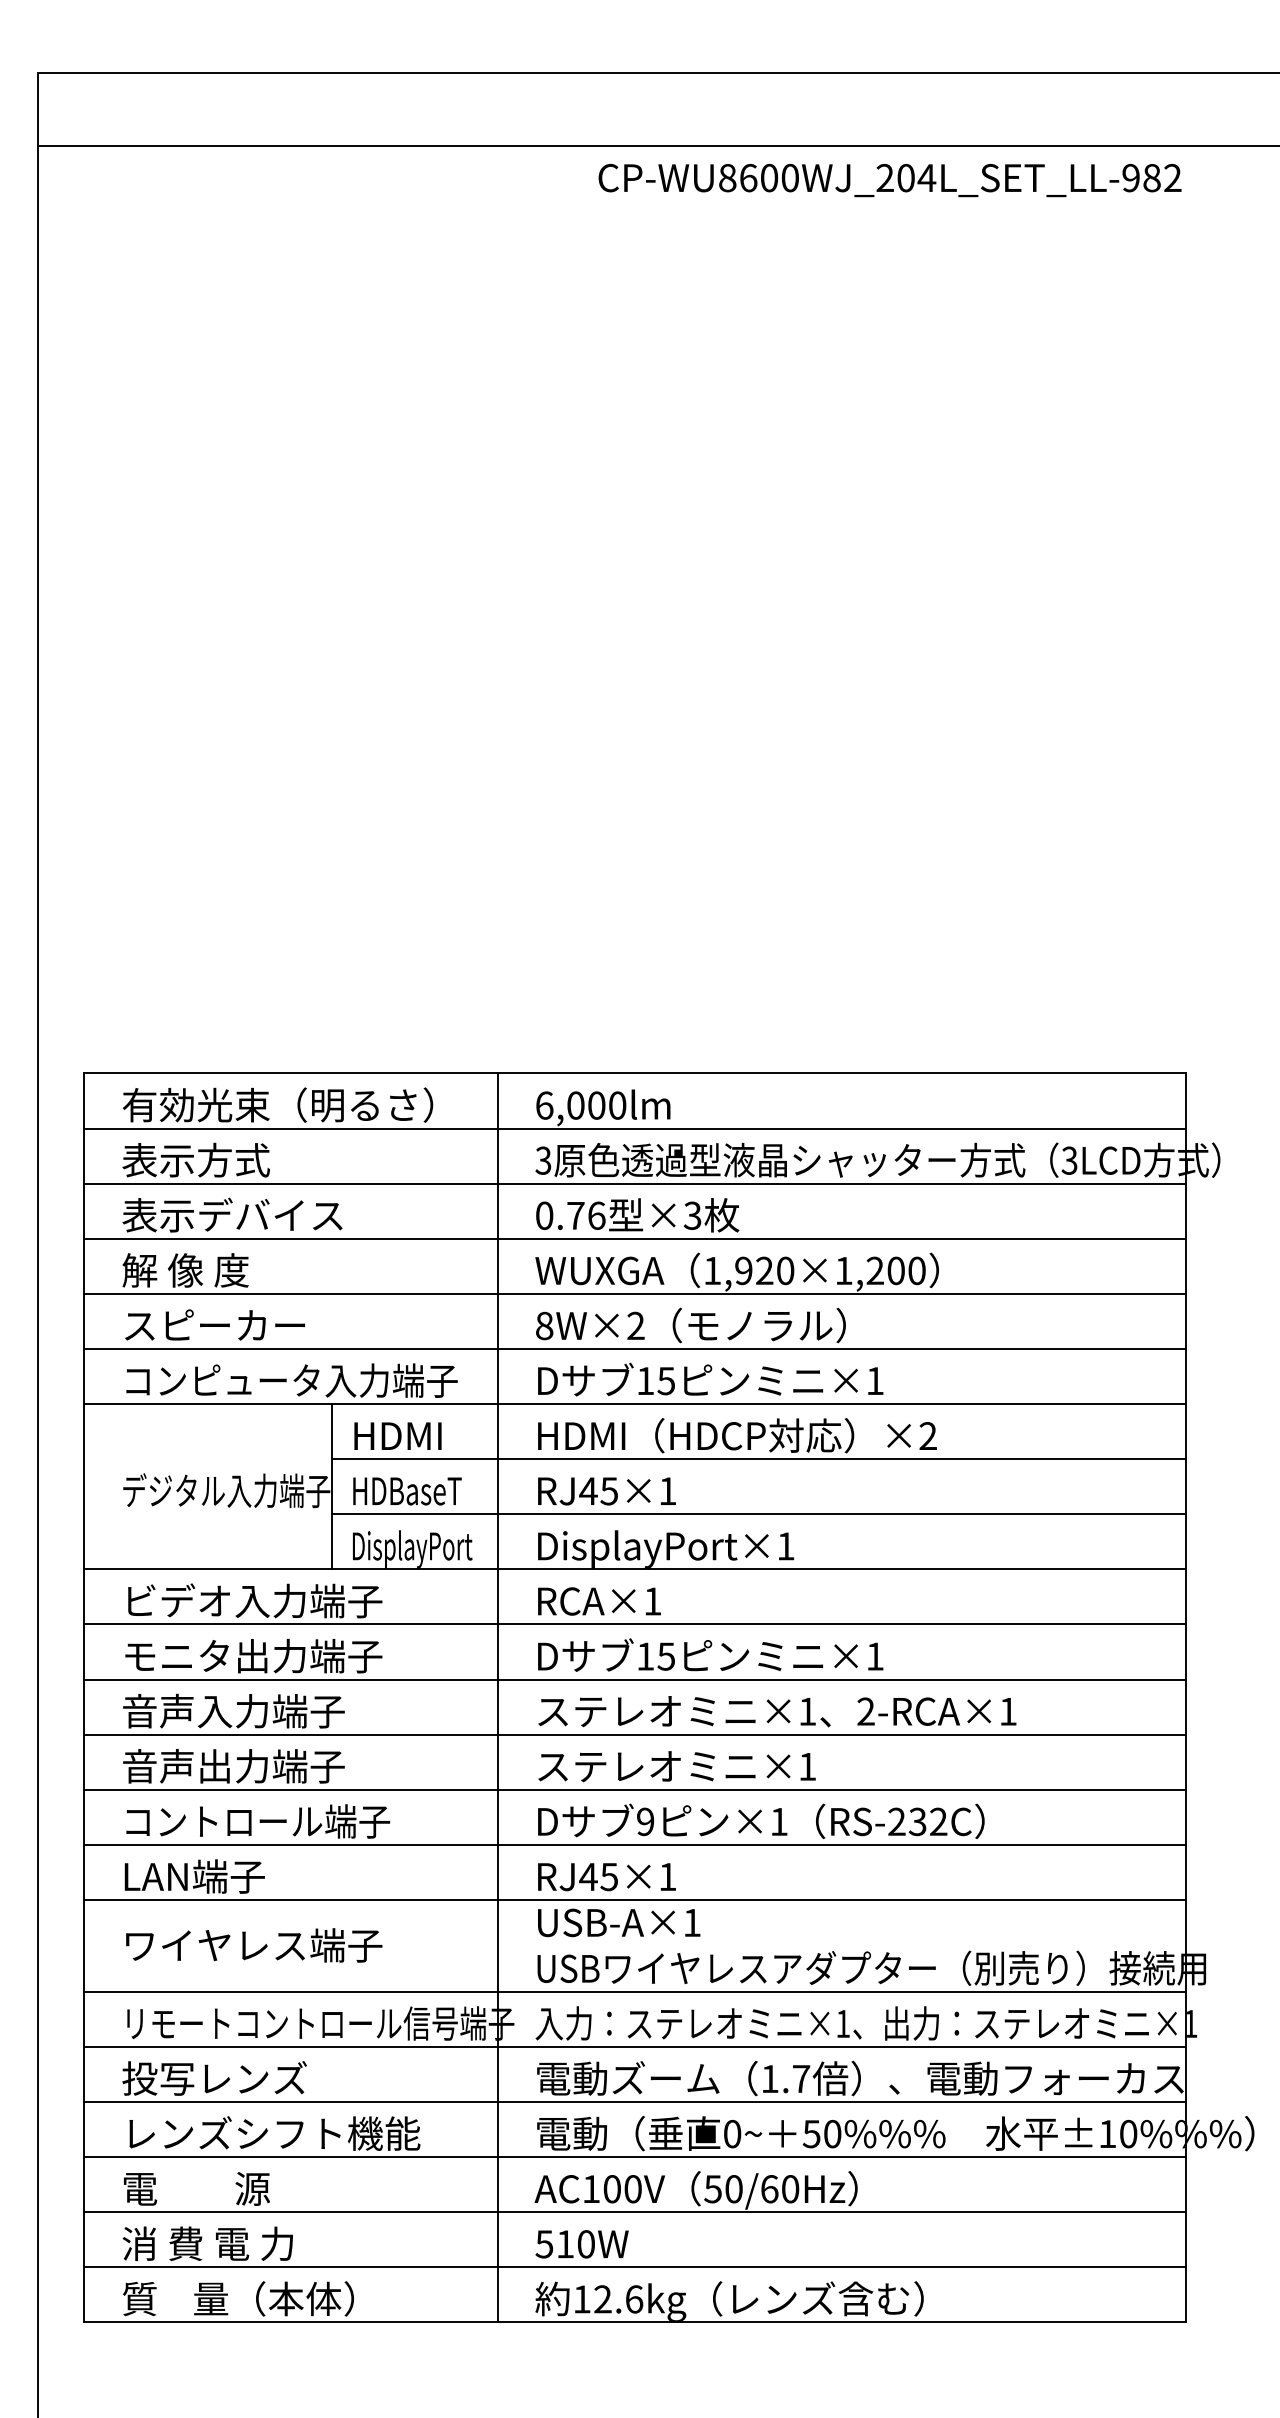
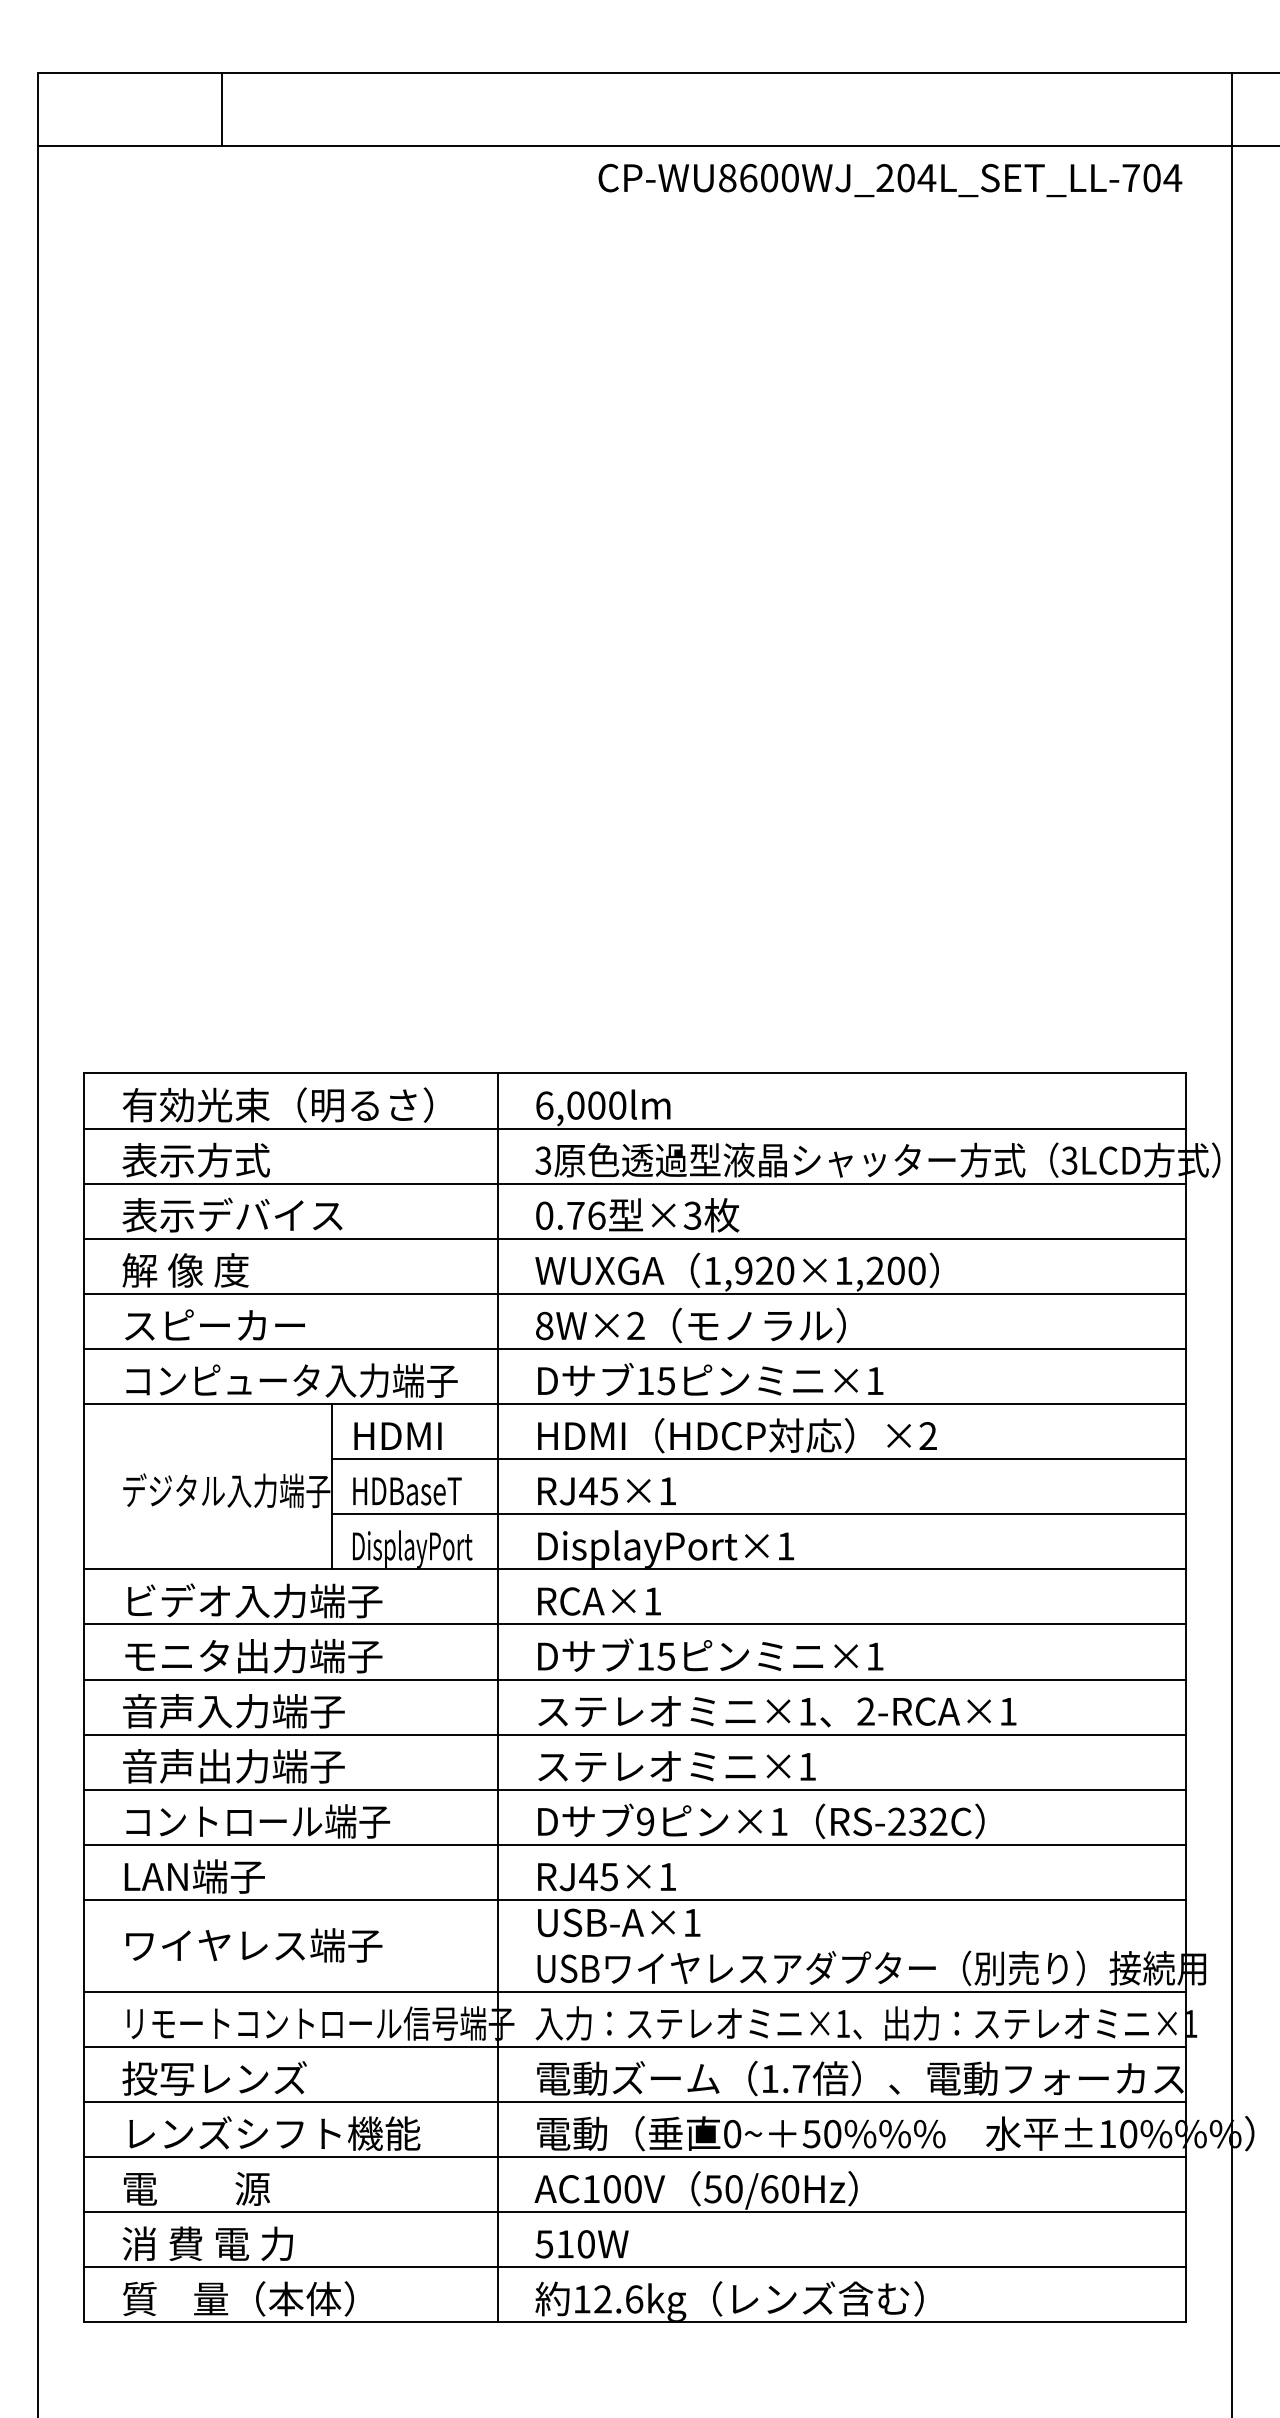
line at (222, 109): none -> present
text at (1152, 177): CP-WU8600WJ_204L_SET_LL-982 -> CP-WU8600WJ_204L_SET_LL-704
line at (1232, 1243): none -> present
